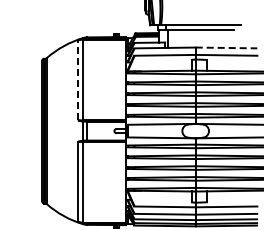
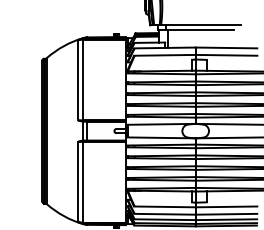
line at (226, 47): dashed -> solid
line at (77, 80): dashed -> solid
